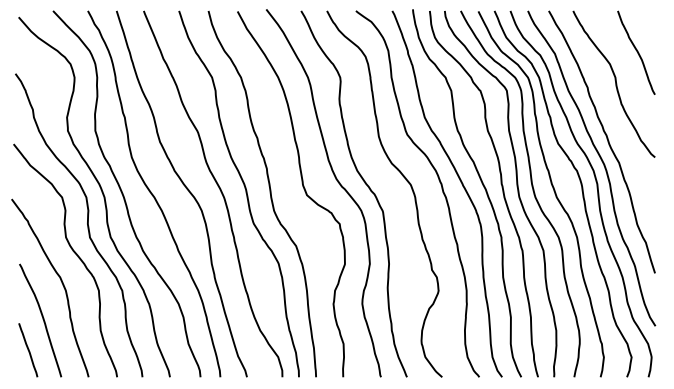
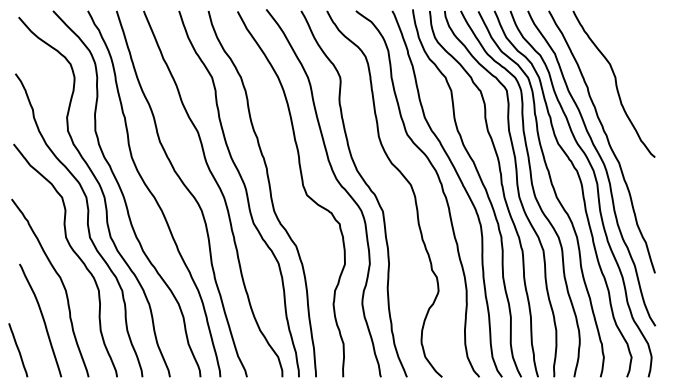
curve at (636, 51): present -> none
line at (28, 350) position: (28, 350) -> (18, 350)
